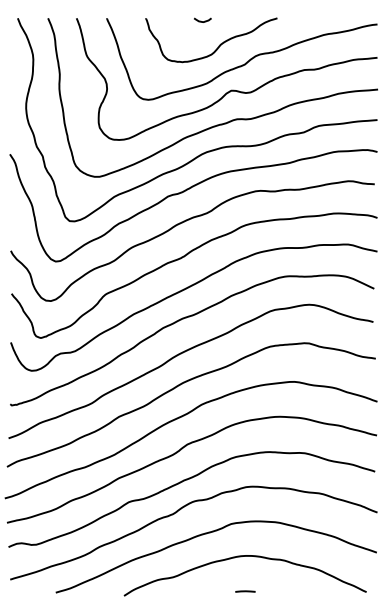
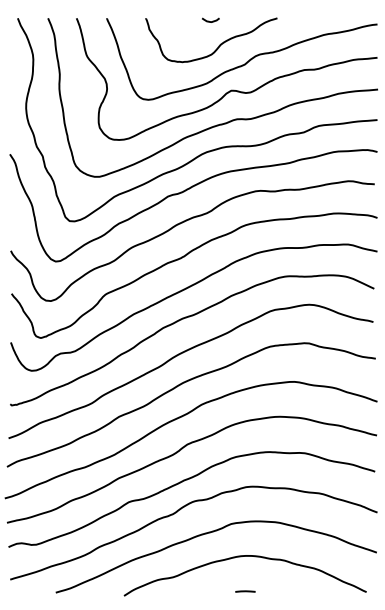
curve at (202, 21) position: (202, 21) -> (210, 21)
